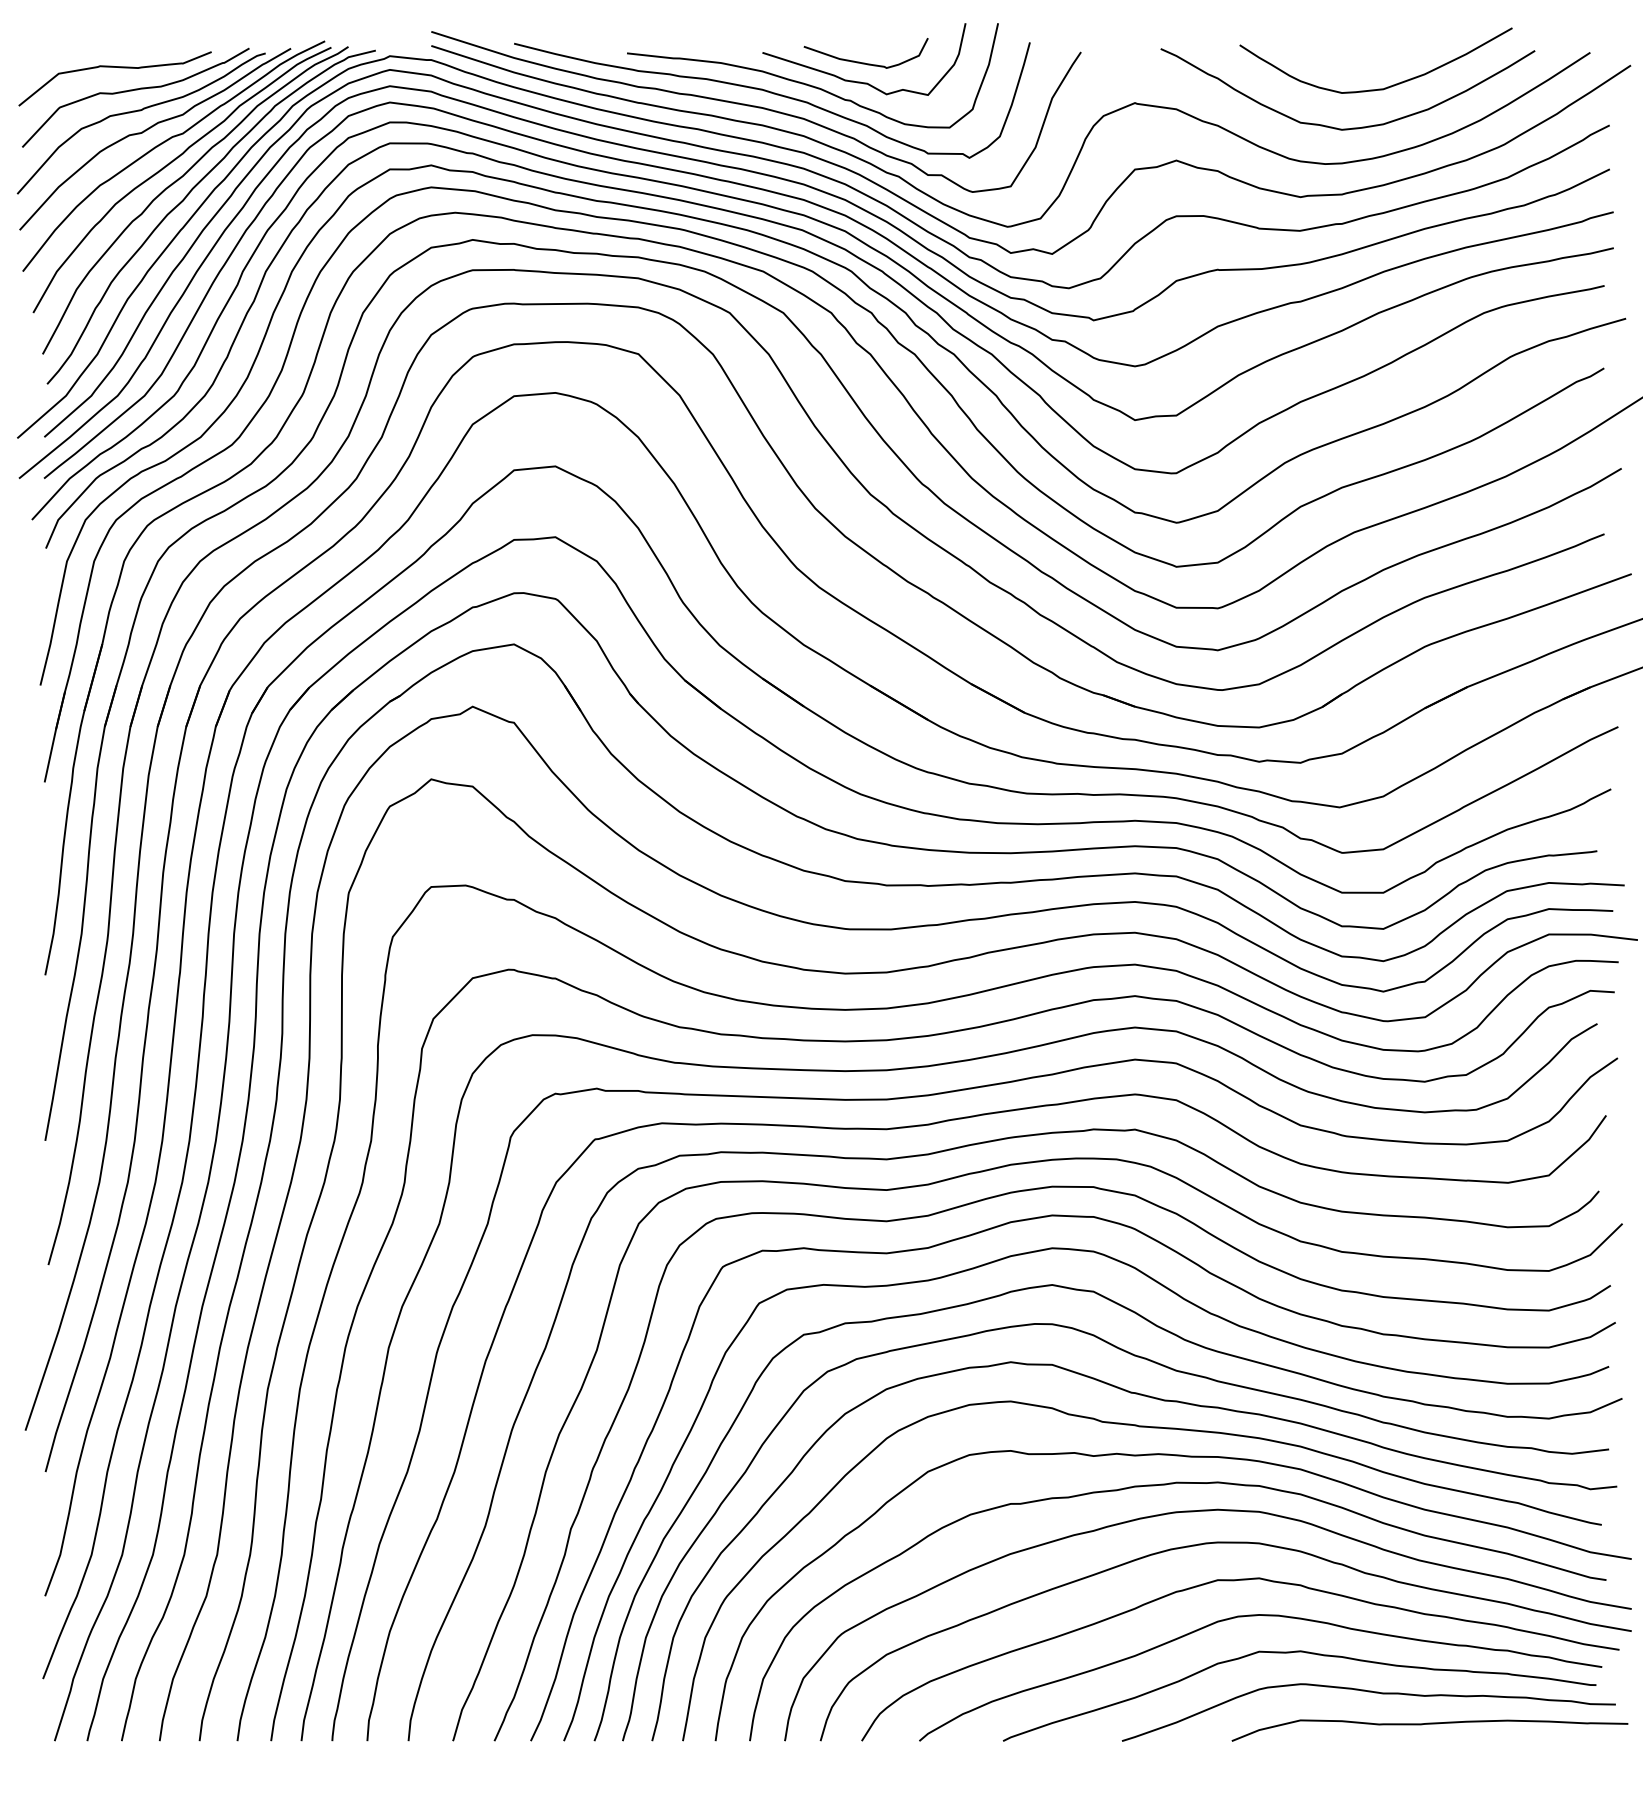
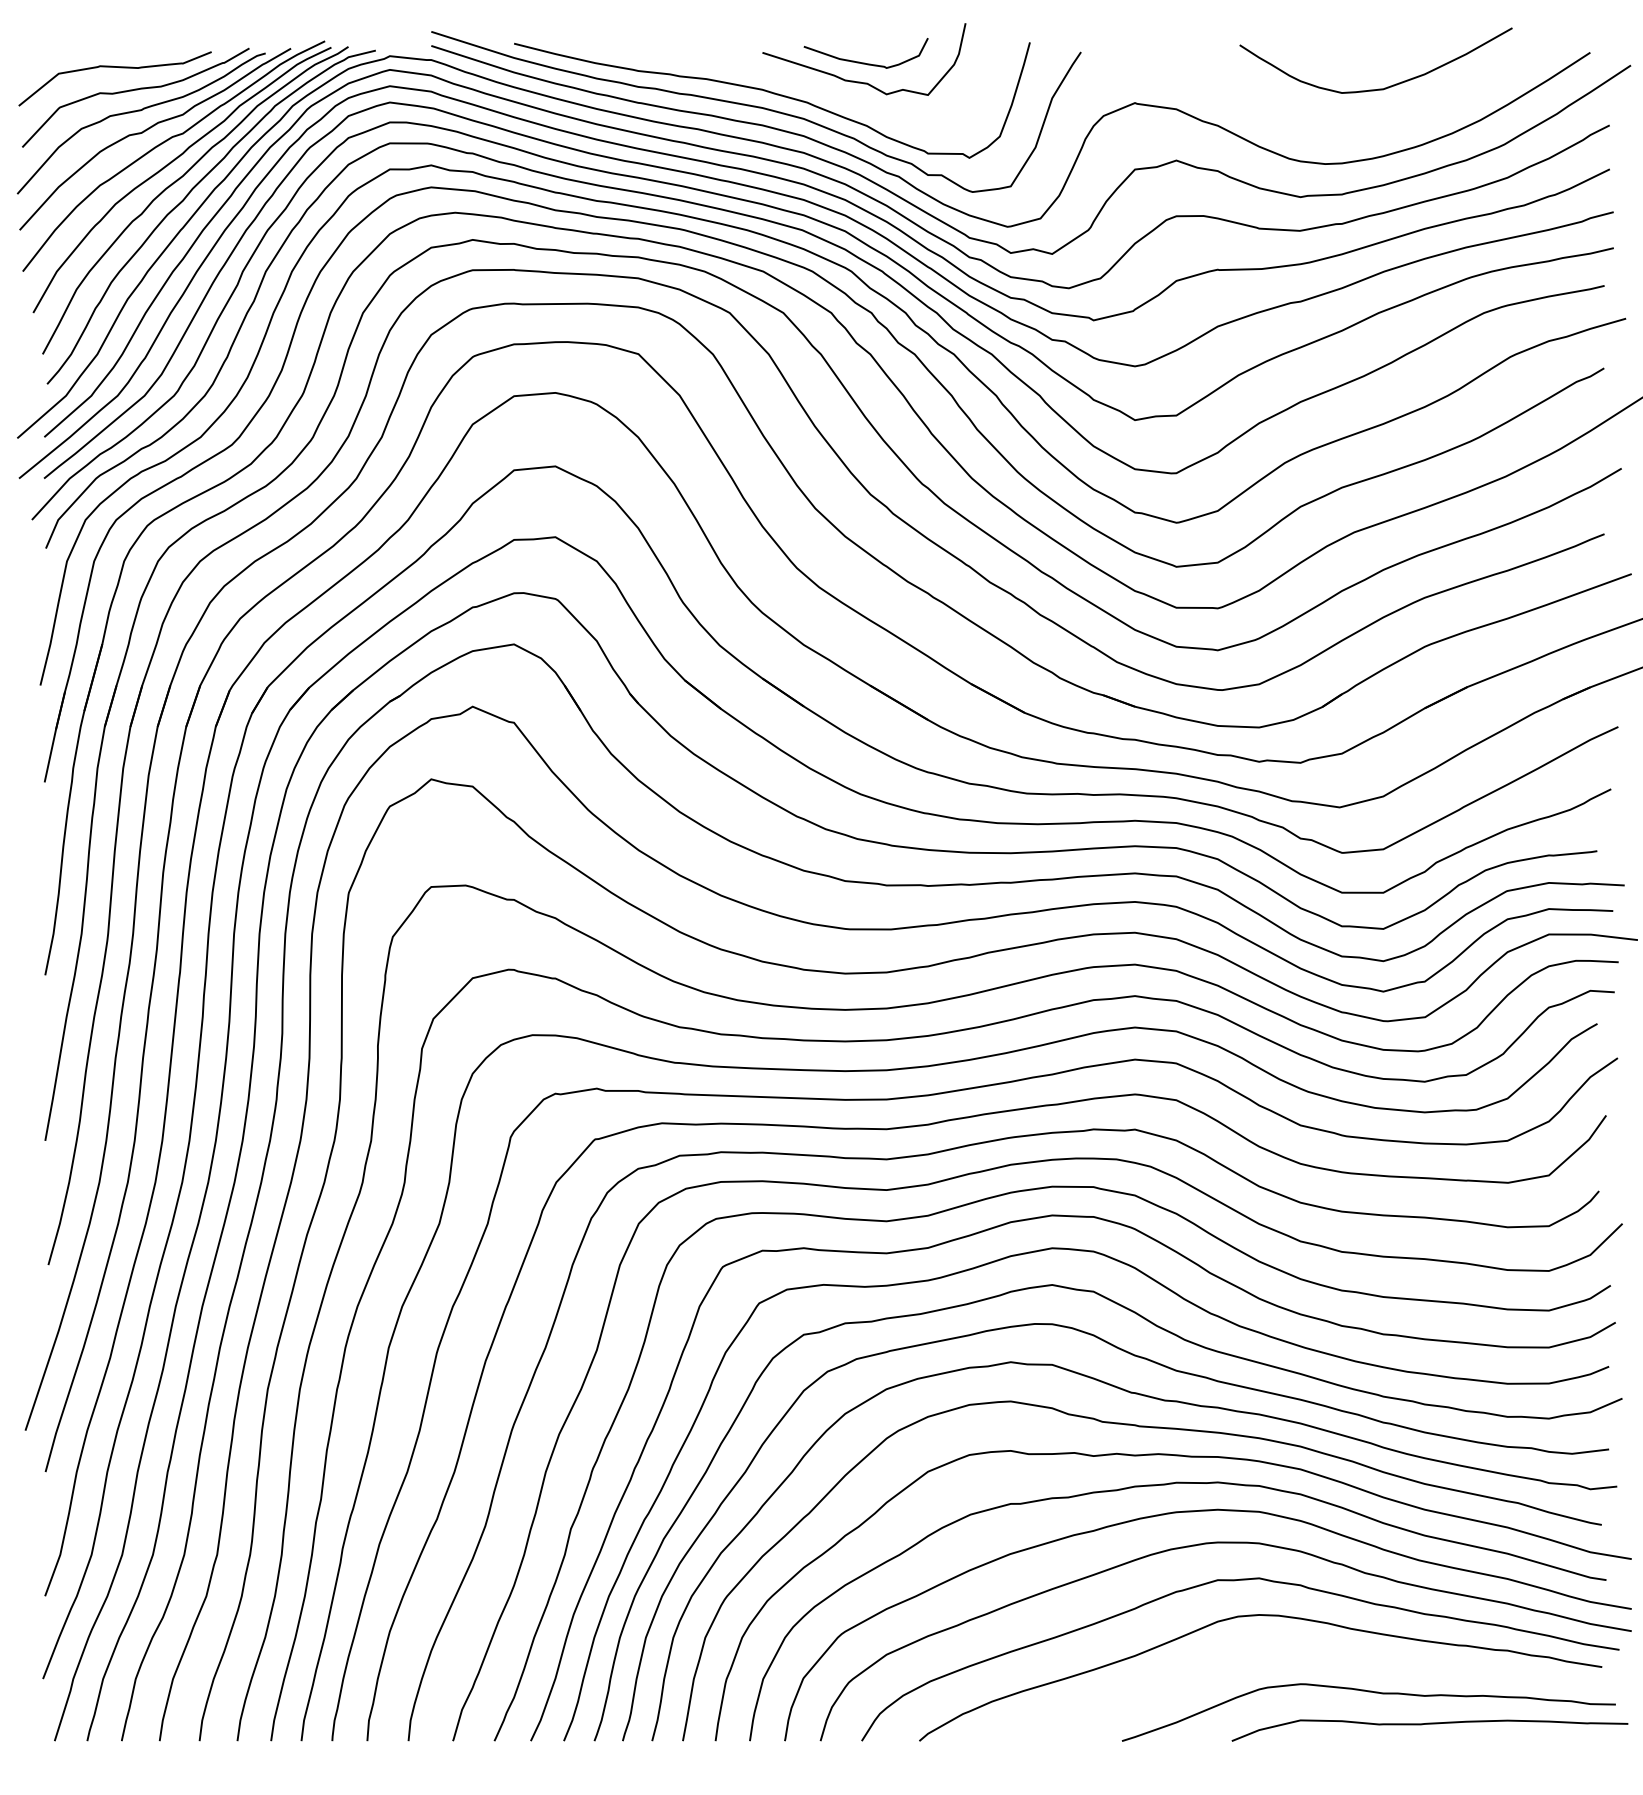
curve at (810, 84): present -> none
curve at (1352, 127): present -> none
curve at (1306, 1653): present -> none
